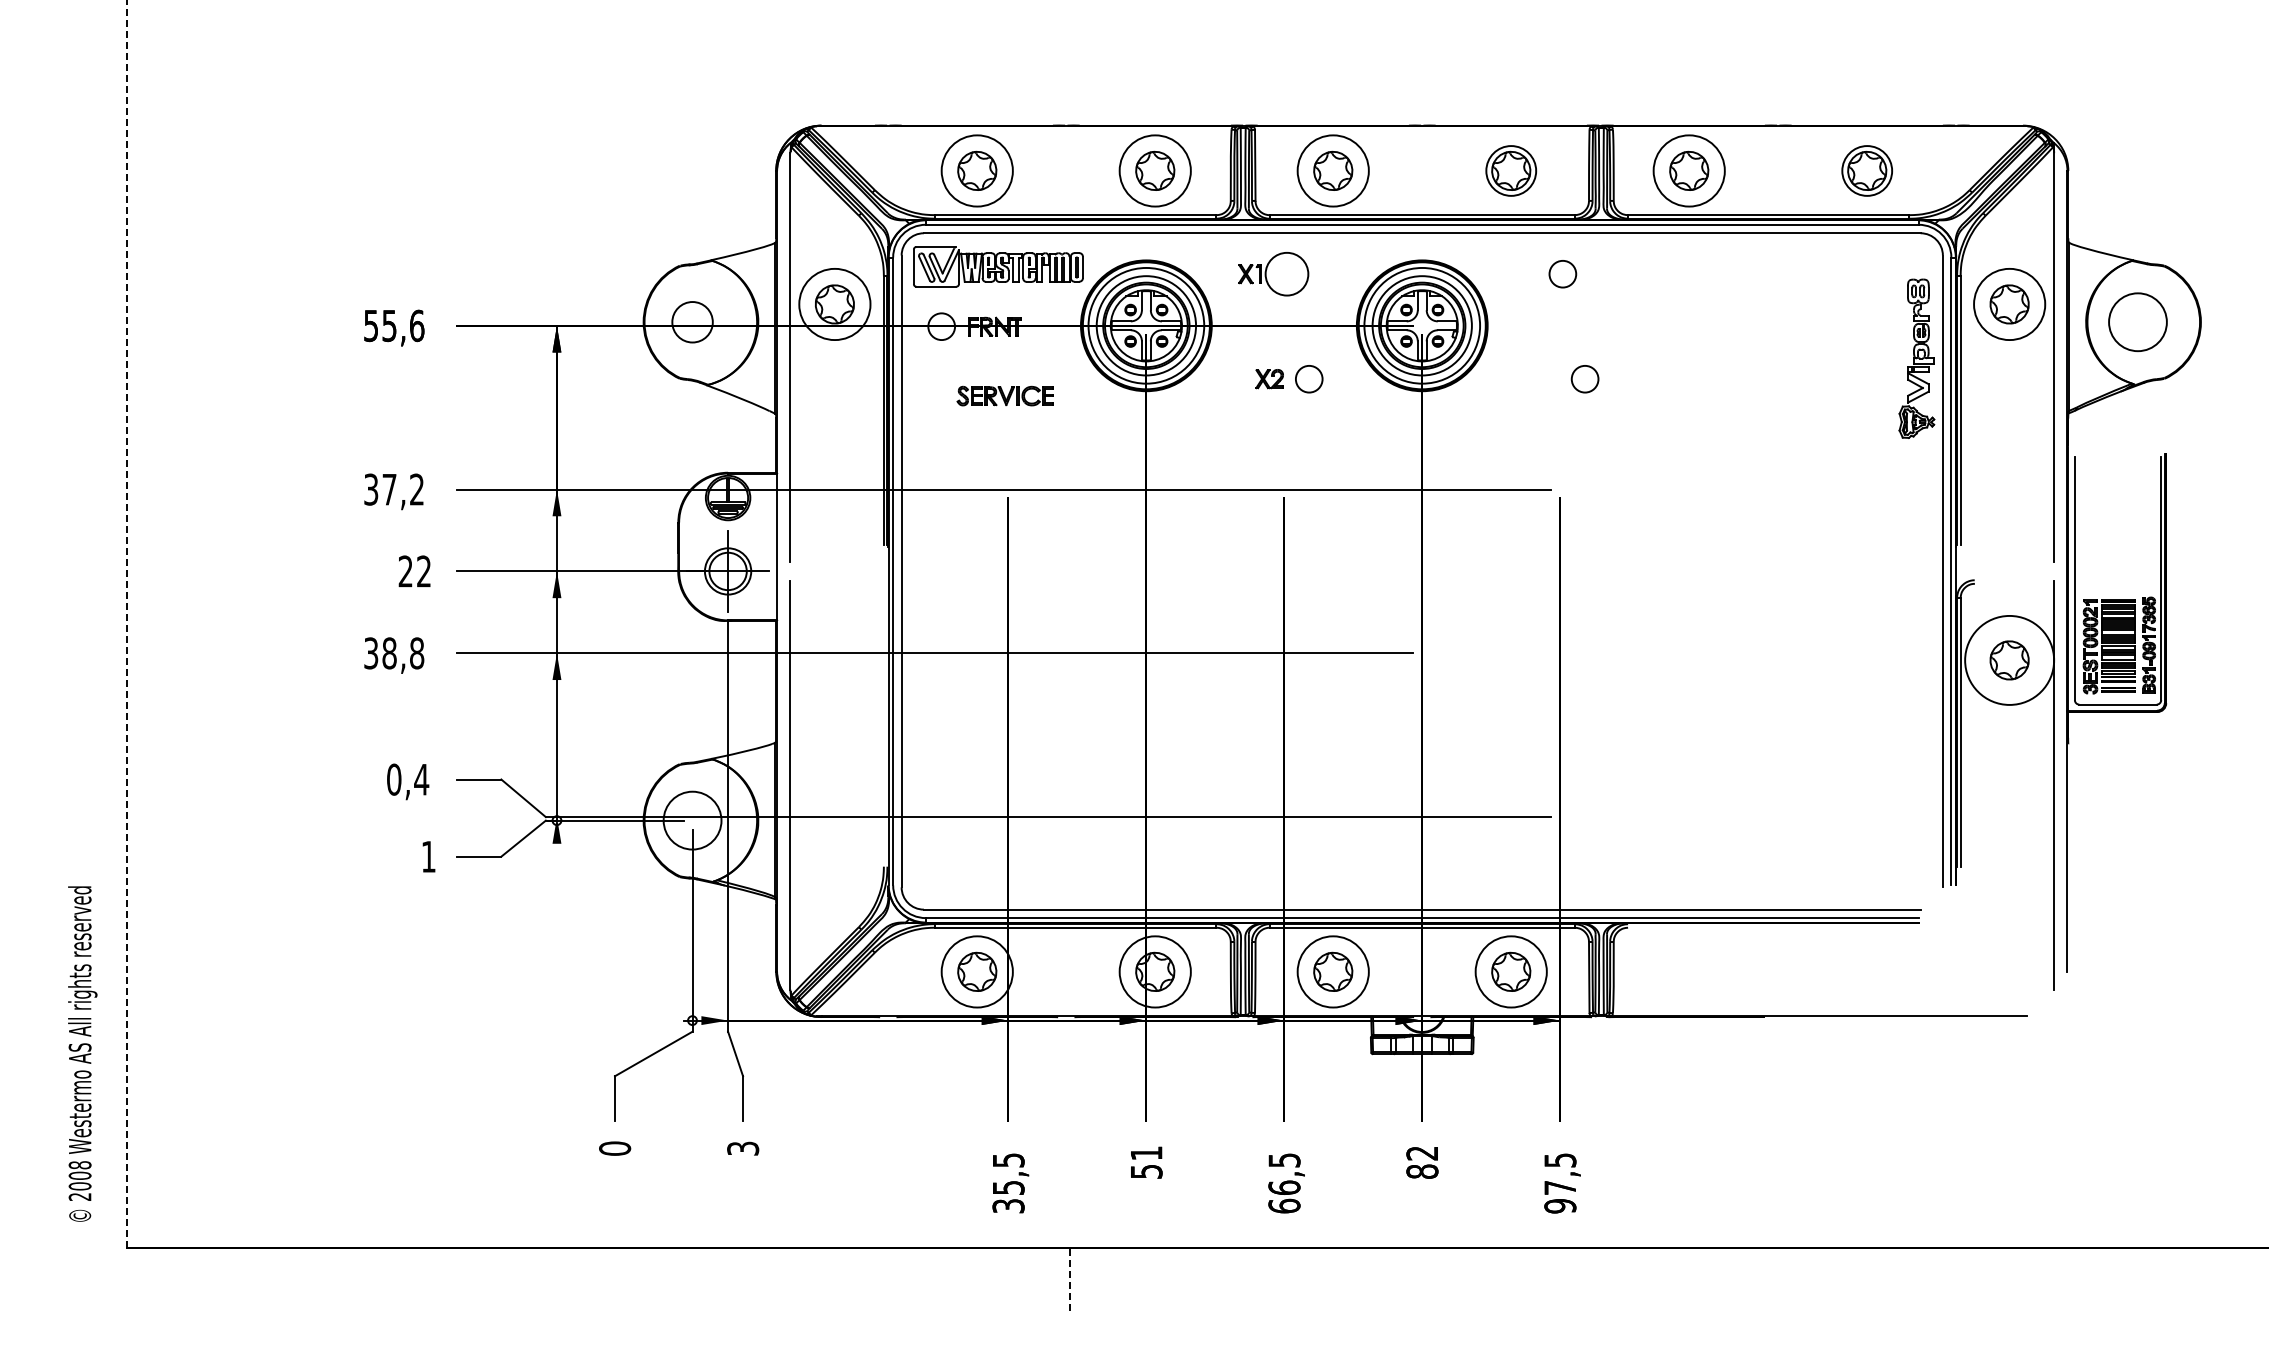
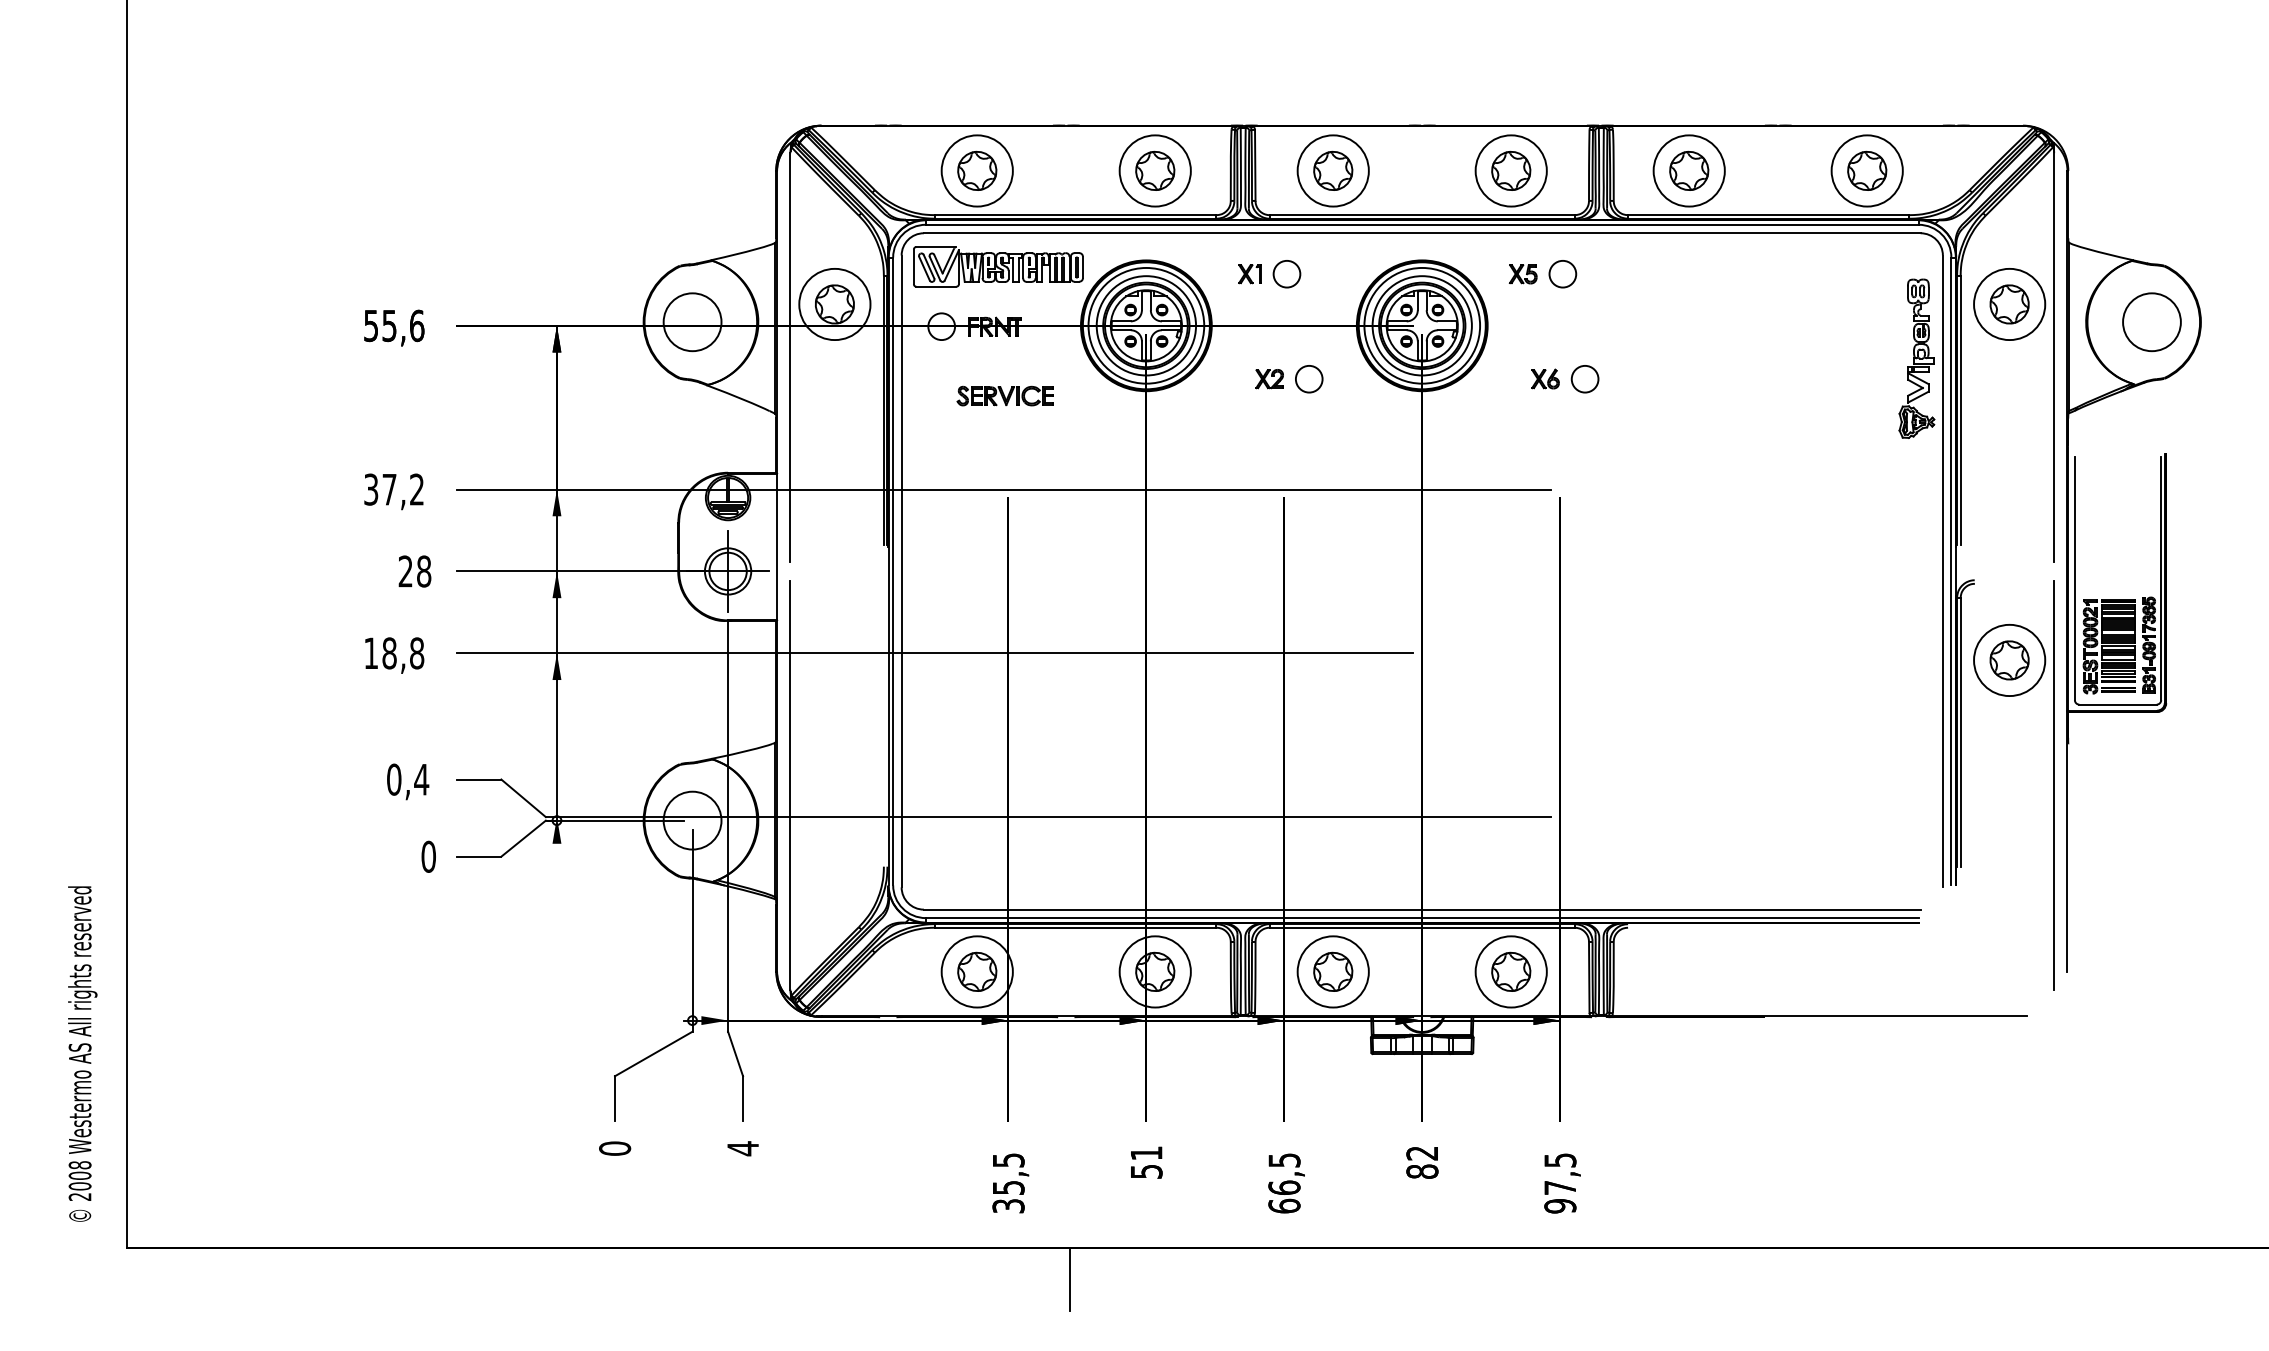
circle at (1511, 170) diameter: 50 px -> 71 px
circle at (1867, 170) diameter: 50 px -> 71 px
circle at (1286, 273) diameter: 43 px -> 27 px
part at (1522, 274): none -> present
circle at (692, 322) diameter: 40 px -> 58 px
circle at (2137, 322) position: (2137, 322) -> (2151, 322)
part at (1545, 378): none -> present
text at (424, 571): 22 -> 28
line at (126, 624): dashed -> solid
text at (371, 653): 38,8 -> 18,8
circle at (2009, 659) diameter: 89 px -> 71 px
text at (428, 856): 1 -> 0
text at (743, 1148): 3 -> 4
line at (1069, 1278): dashed -> solid
